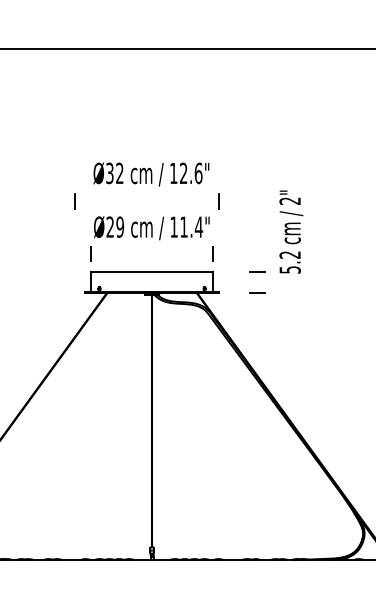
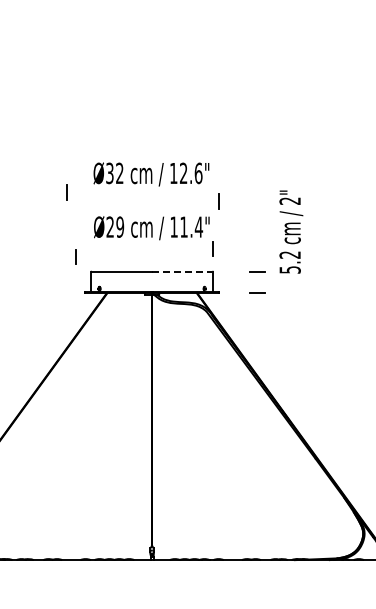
line at (187, 48): present -> none
line at (74, 201) position: (74, 201) -> (66, 192)
line at (90, 253) position: (90, 253) -> (75, 256)
line at (212, 253) position: (212, 253) -> (212, 248)
line at (182, 271): solid -> dashed
